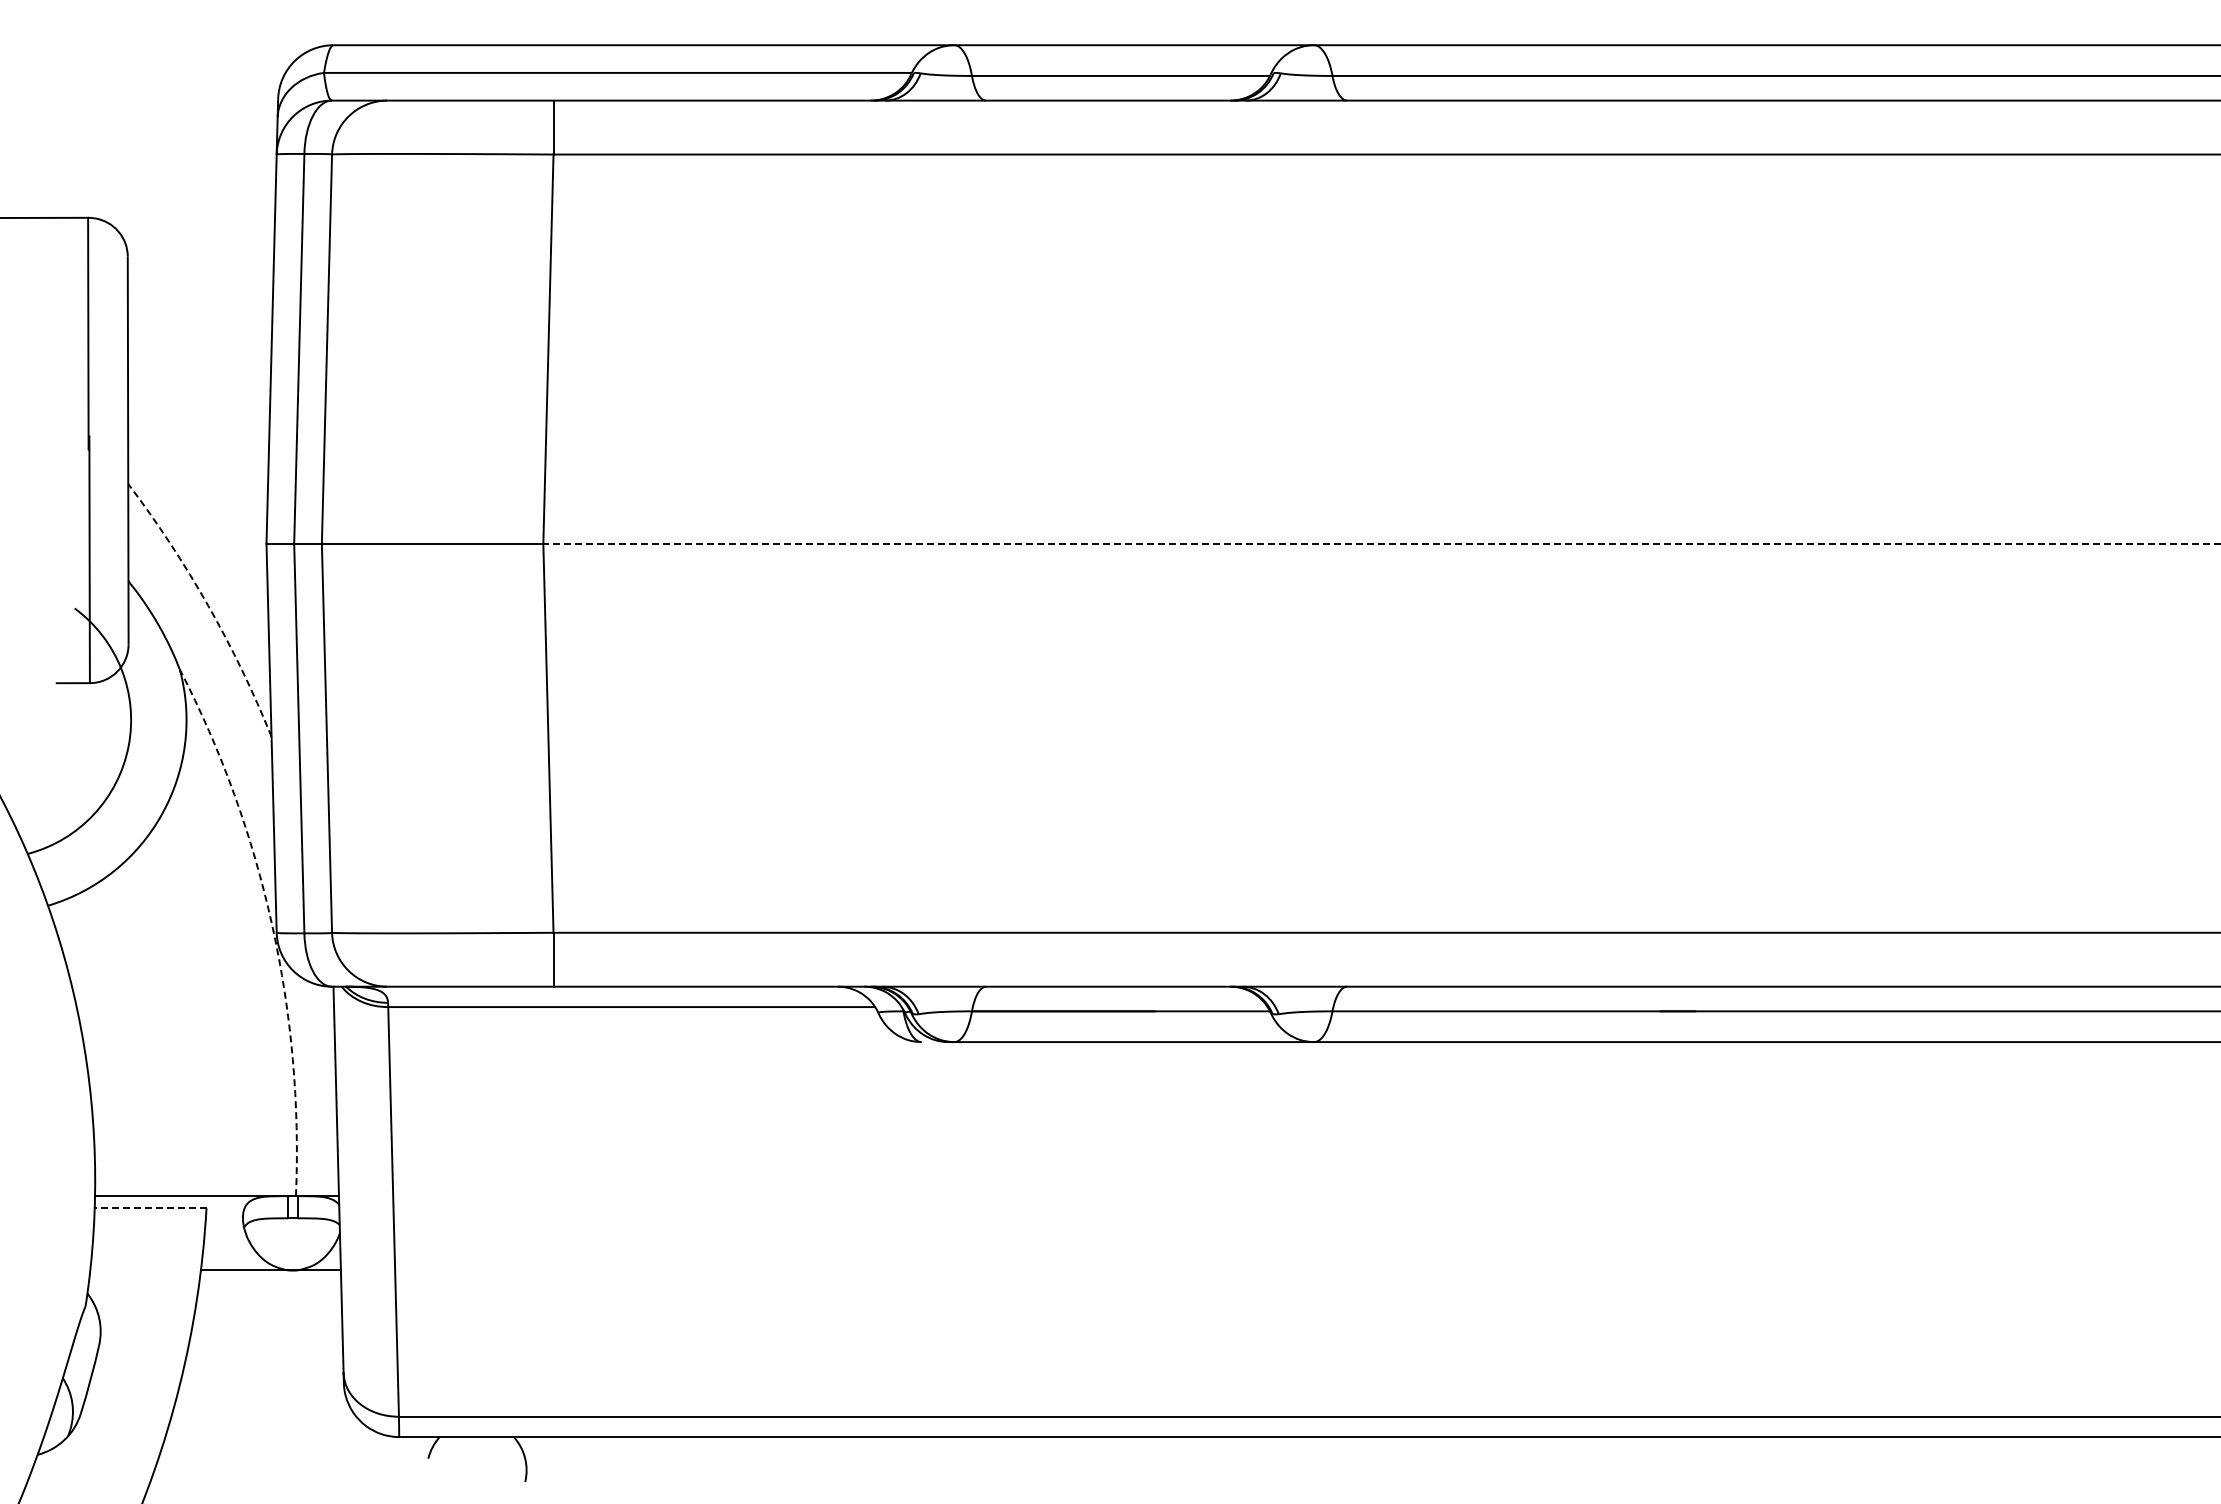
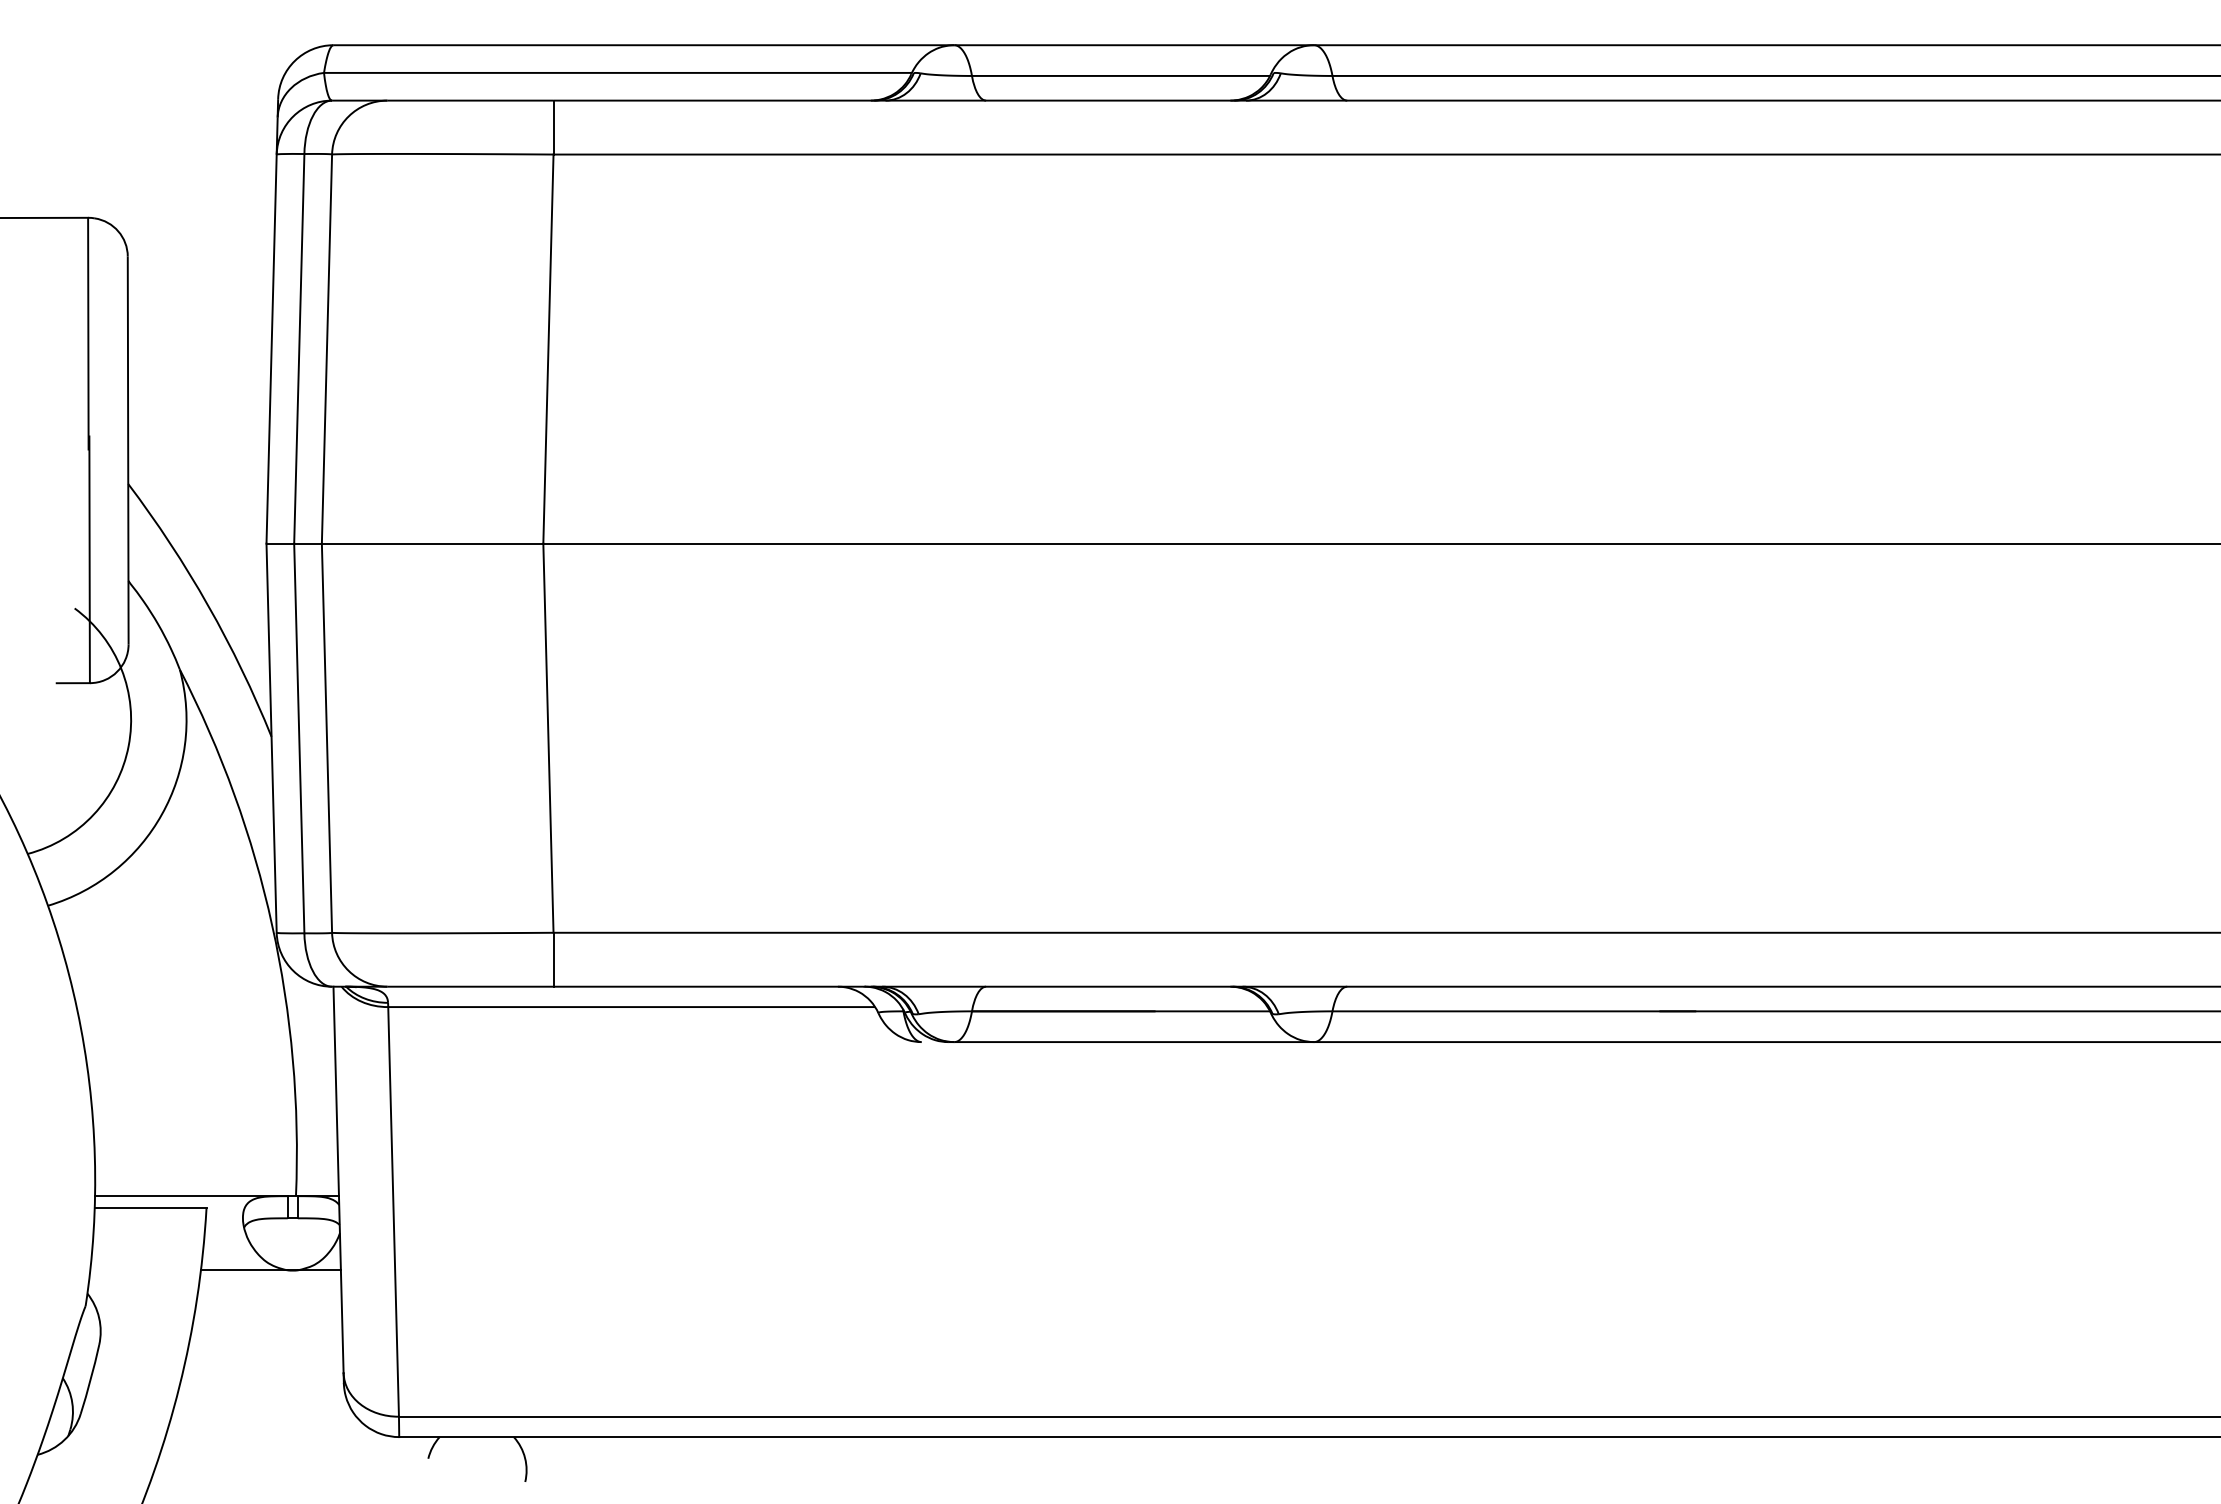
line at (1381, 543): dashed -> solid
arc at (208, 605): dashed -> solid
arc at (272, 925): dashed -> solid
line at (150, 1208): dashed -> solid
